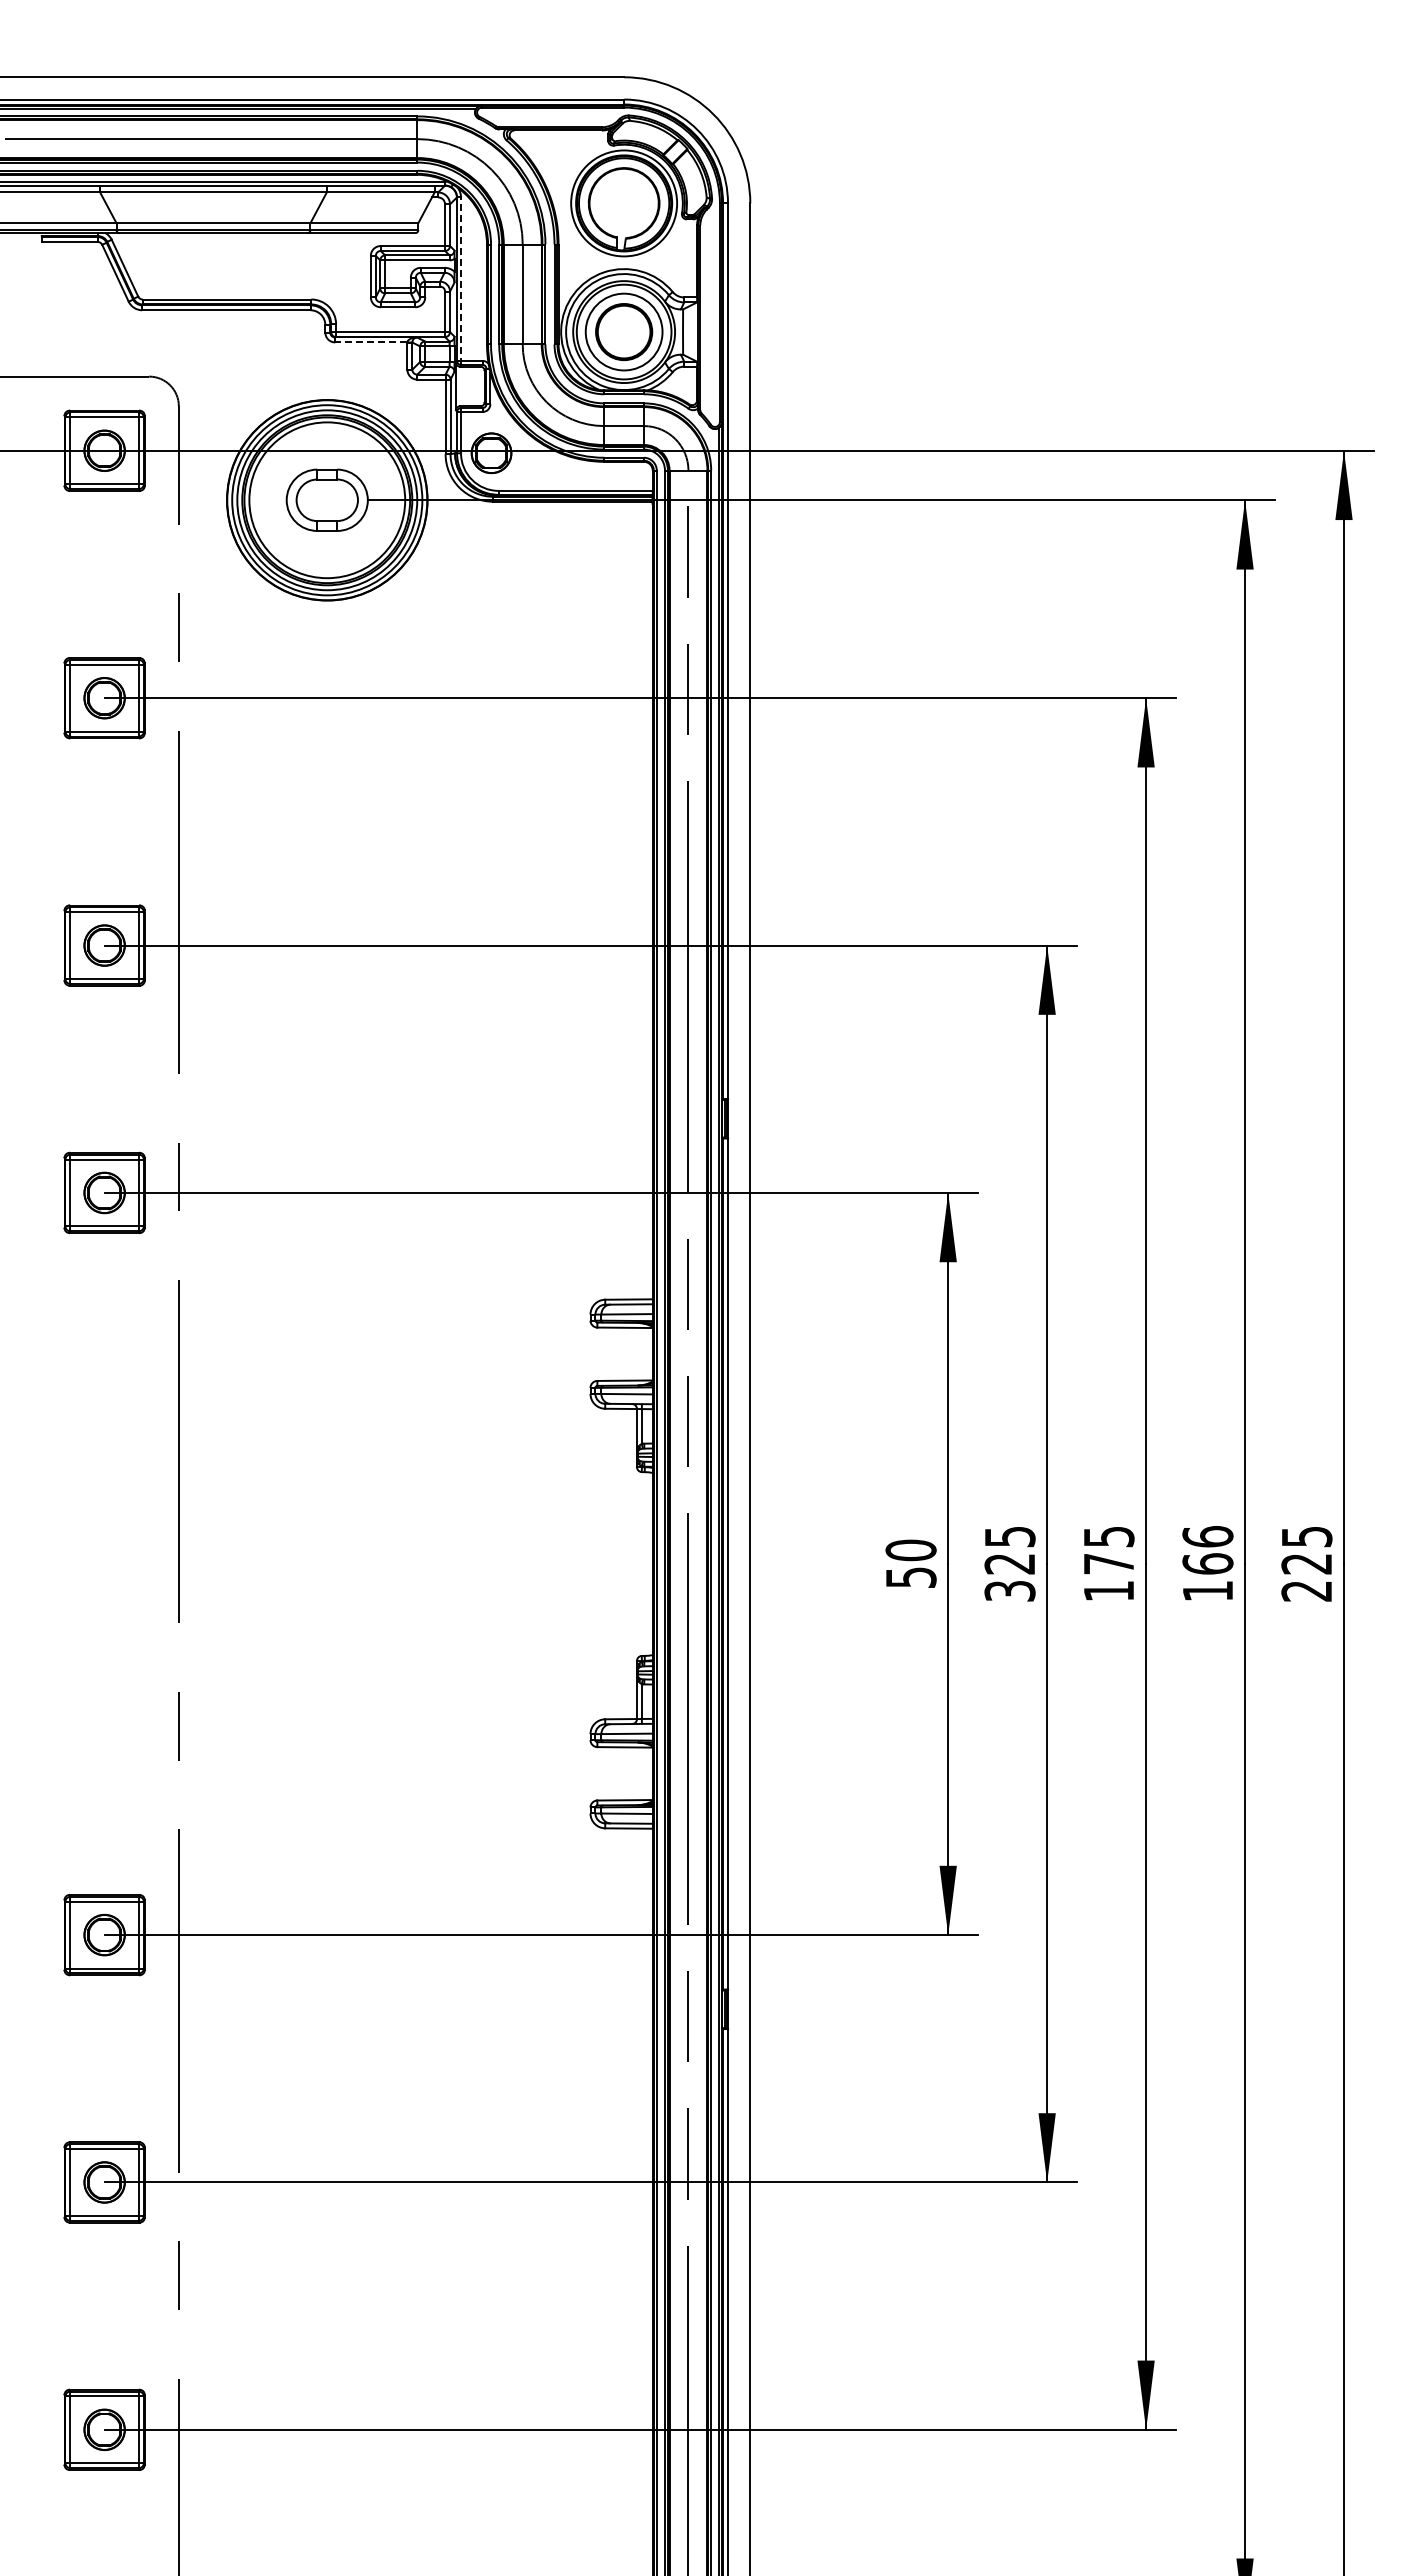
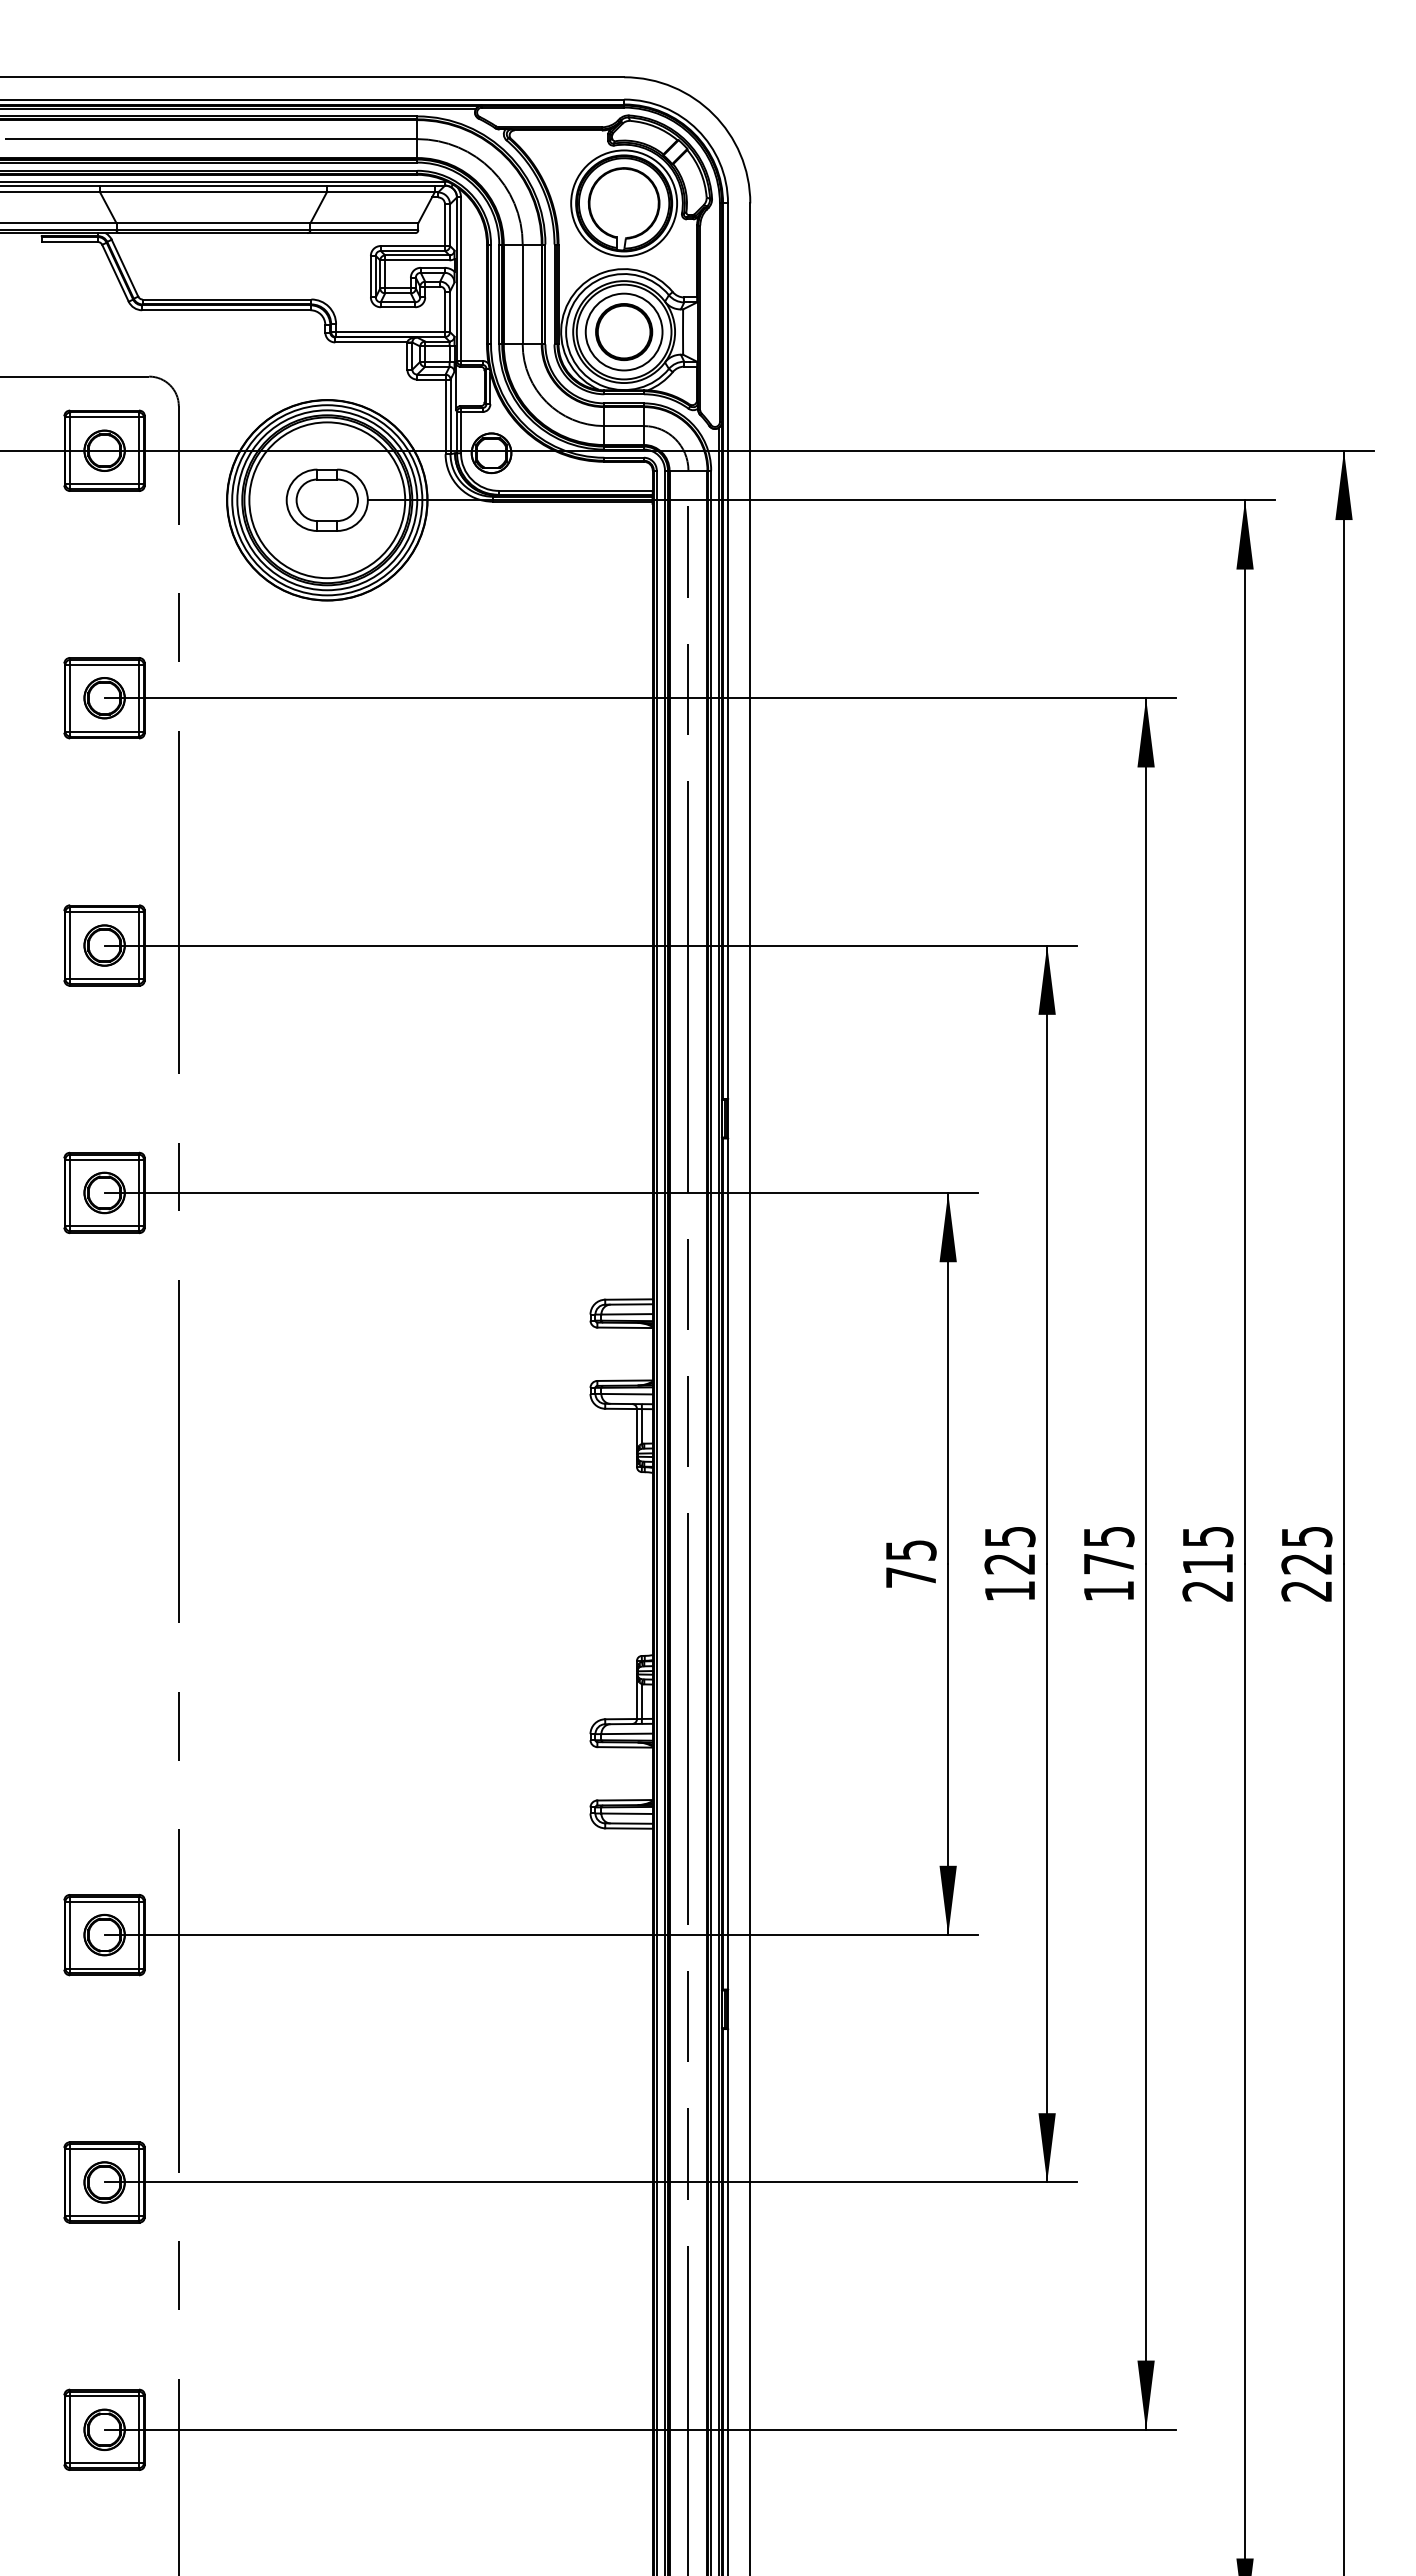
line at (461, 281): dashed -> solid
line at (370, 342): dashed -> solid
text at (910, 1563): 50 -> 75
text at (1207, 1563): 166 -> 215
text at (1009, 1591): 325 -> 125
